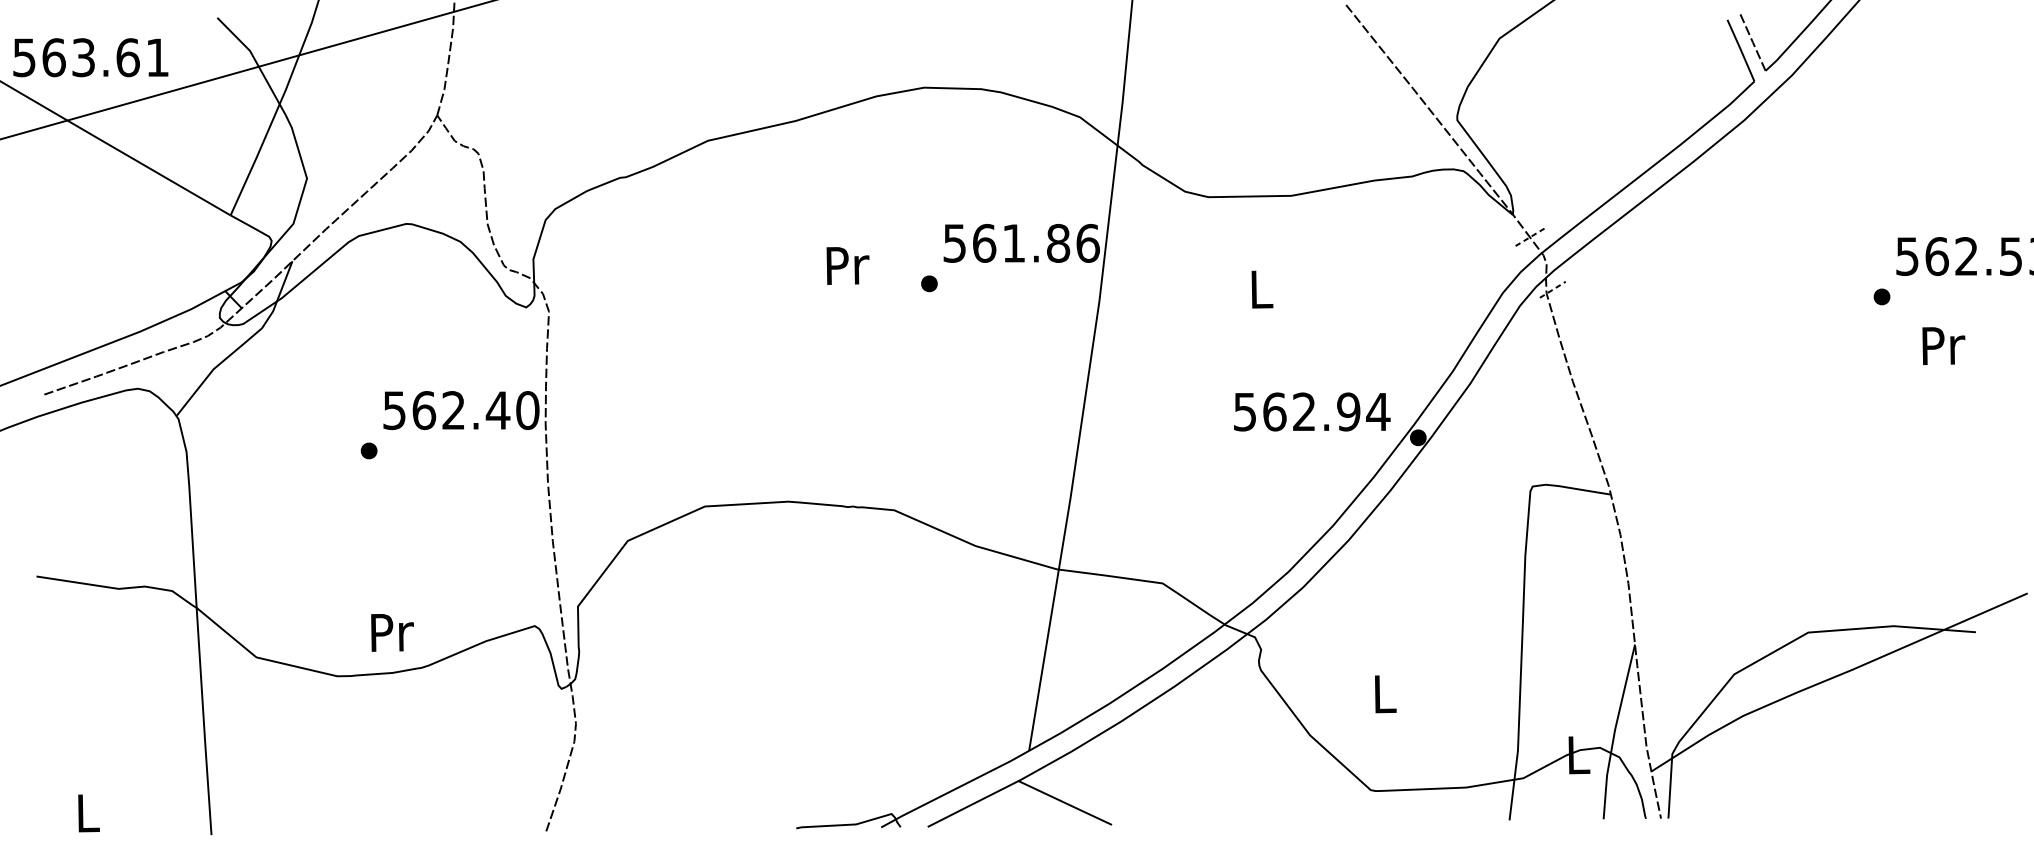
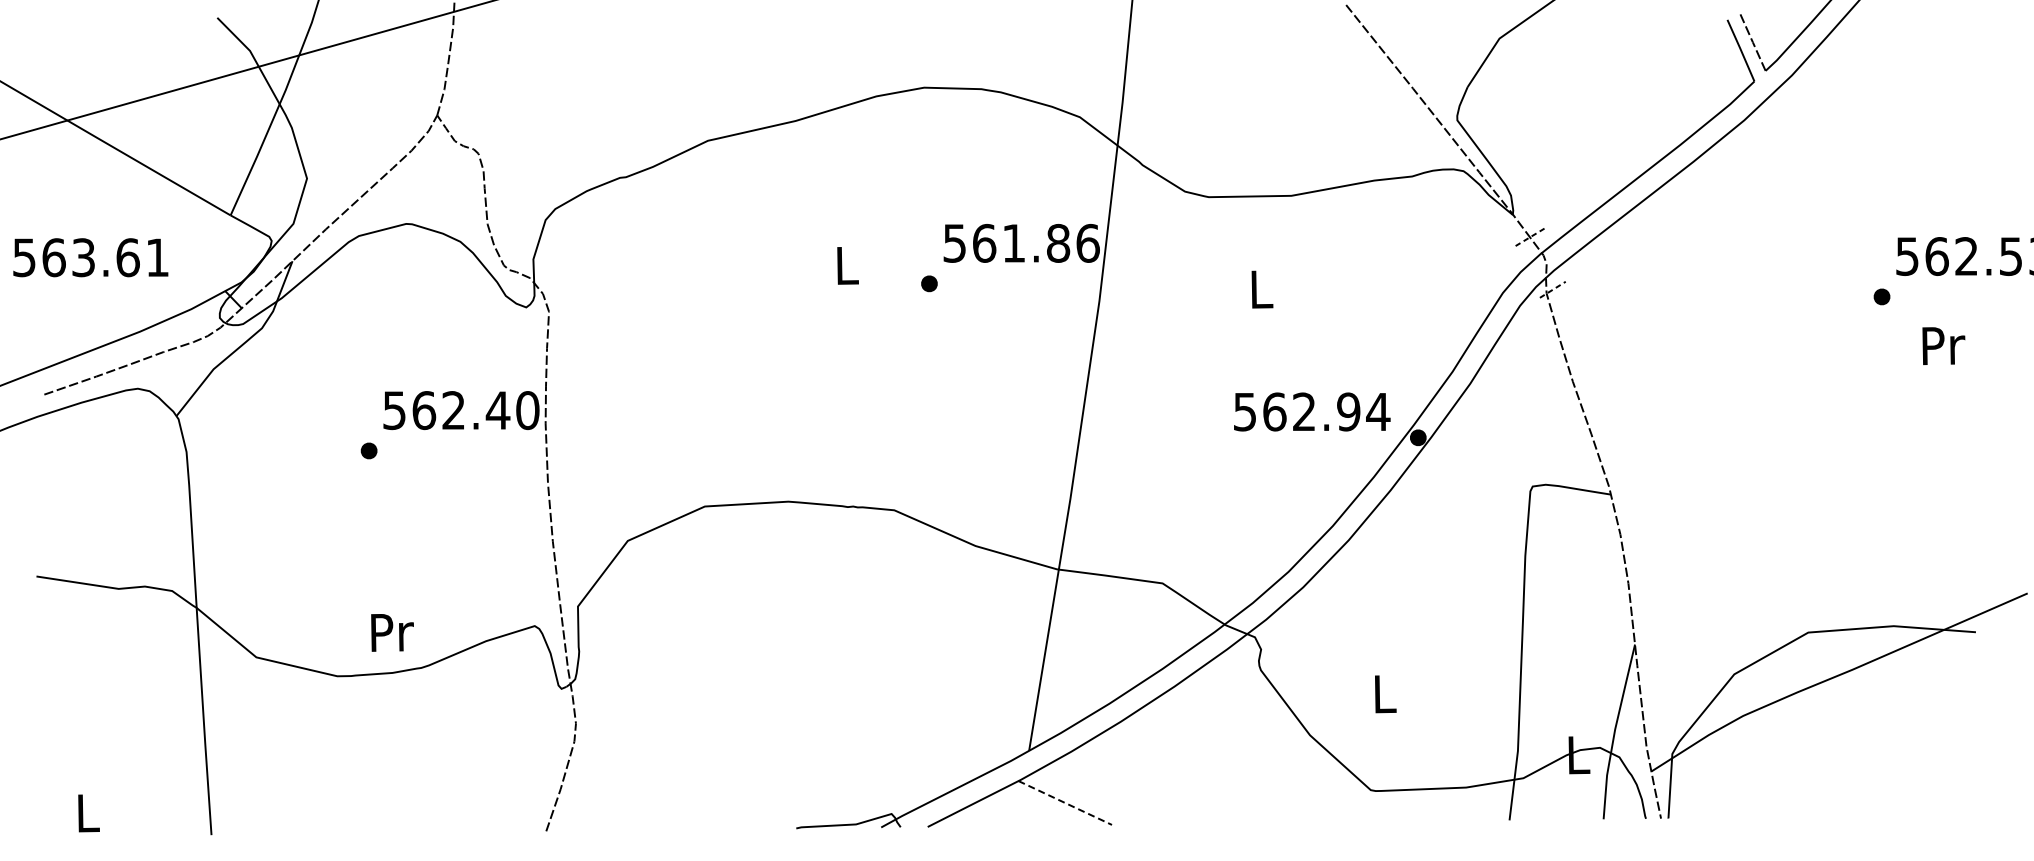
text at (90, 57) position: (90, 57) -> (90, 257)
text at (847, 265): Pr -> L
line at (1065, 803): solid -> dashed
